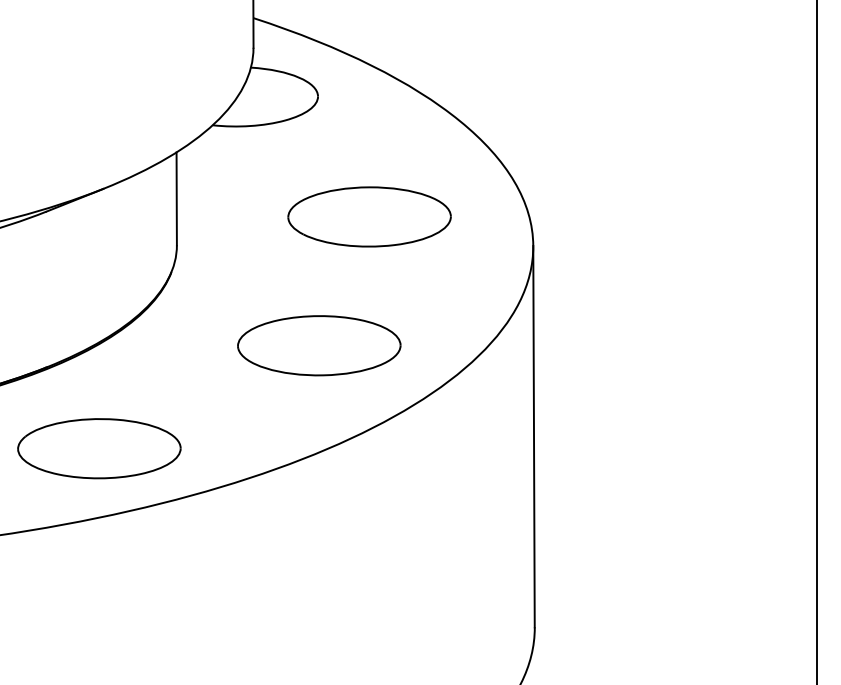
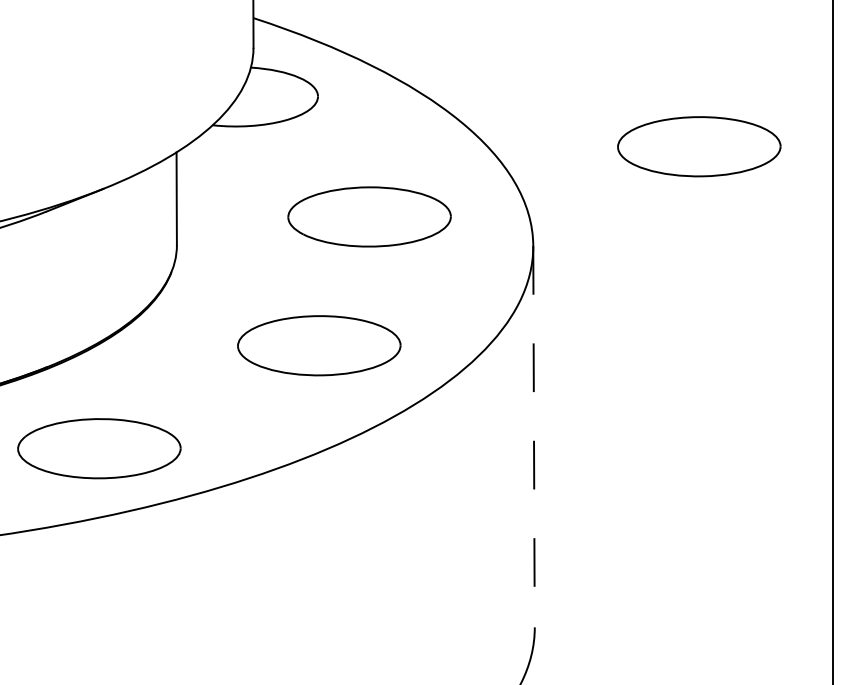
part at (699, 146): none -> present
line at (816, 341) position: (816, 341) -> (832, 341)
line at (534, 436): solid -> dashed
